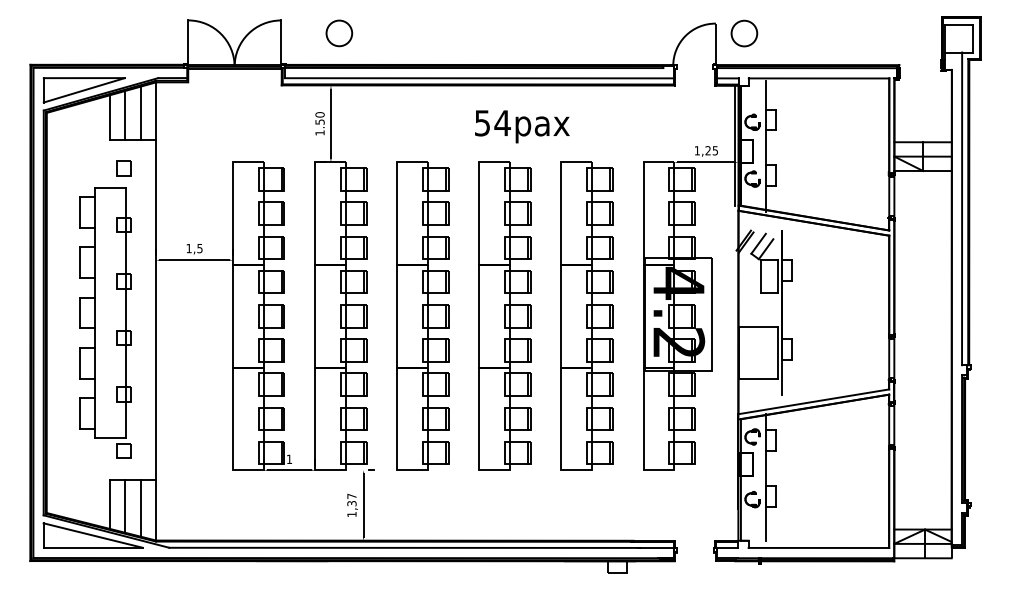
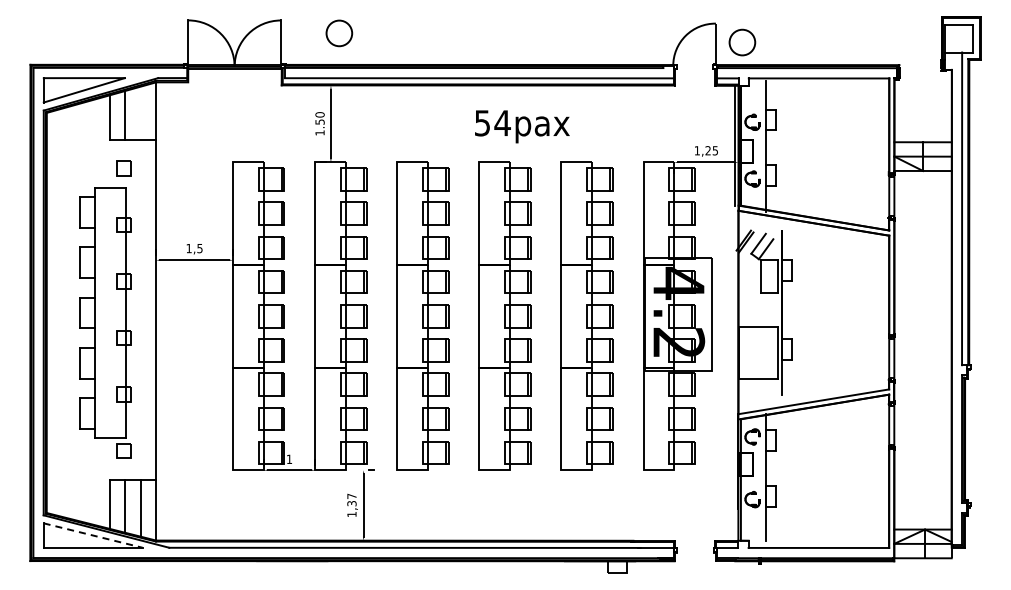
circle at (744, 33) position: (744, 33) -> (742, 42)
line at (140, 112): present -> none
line at (93, 535): solid -> dashed
